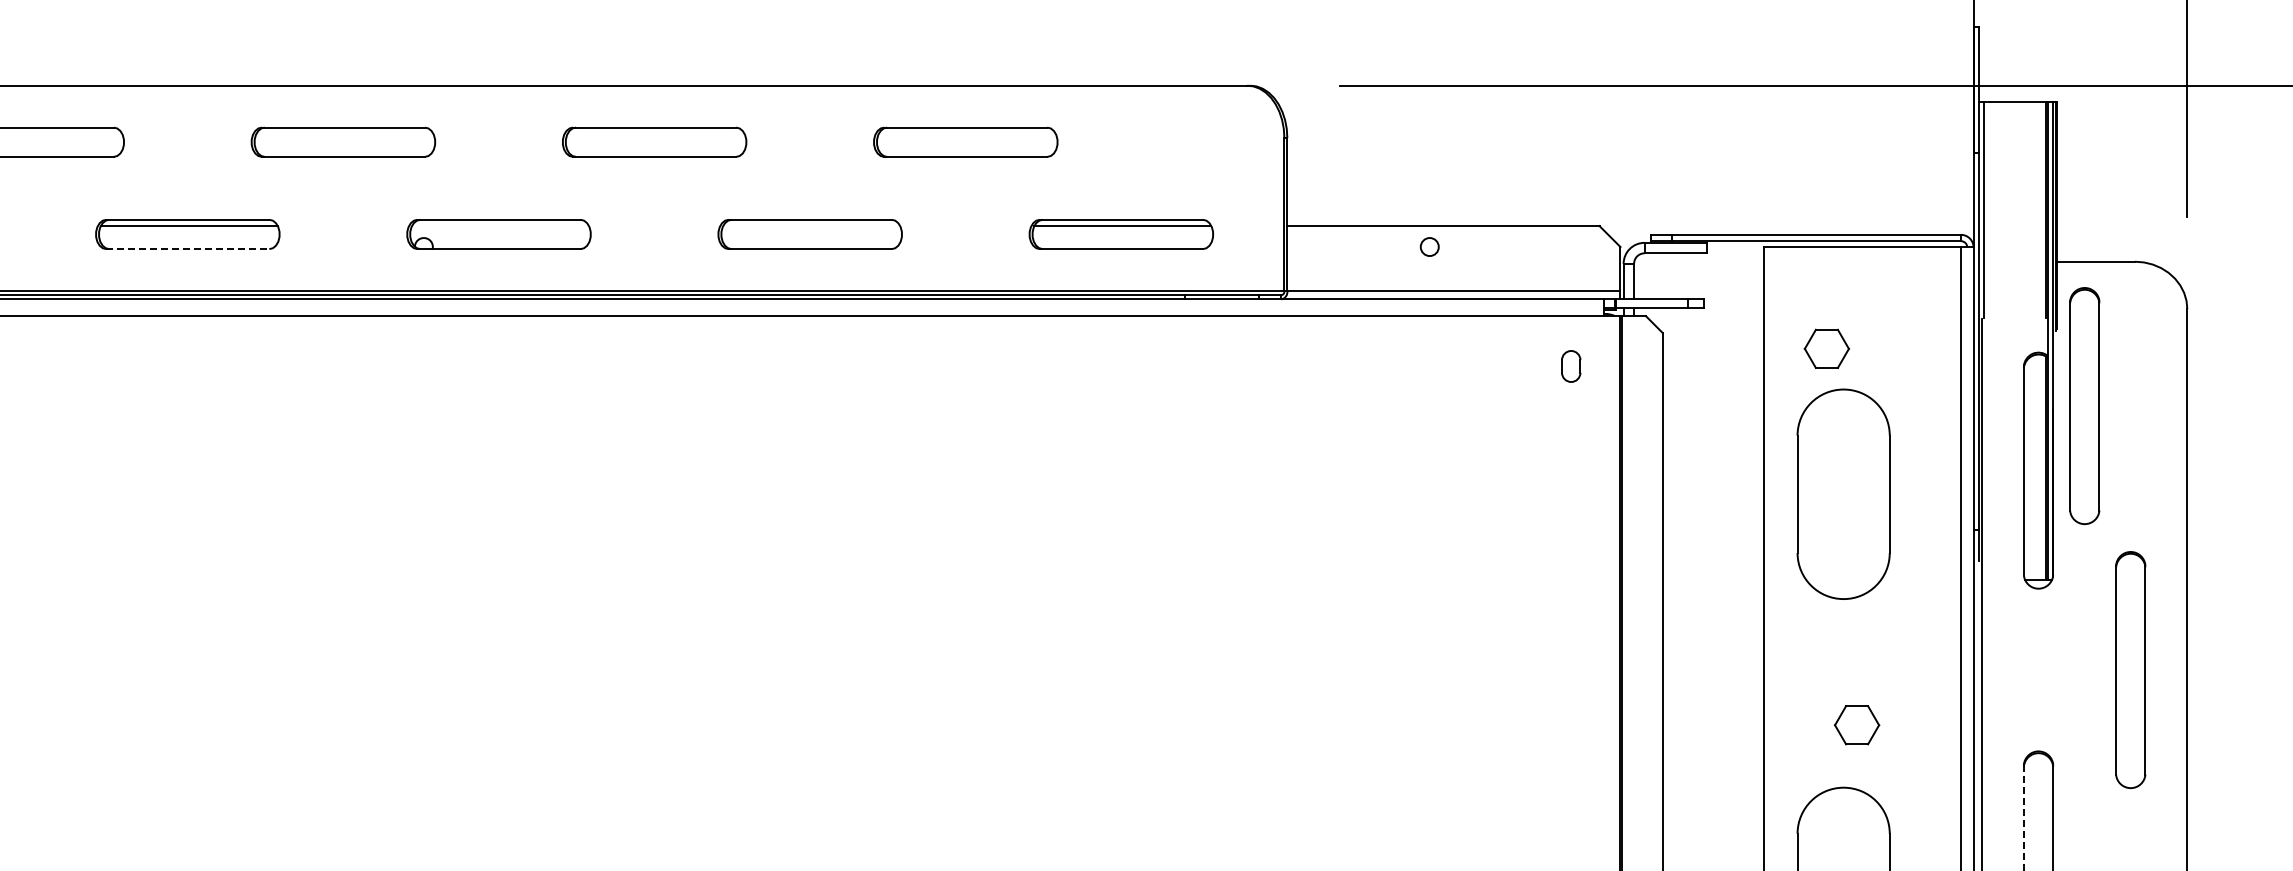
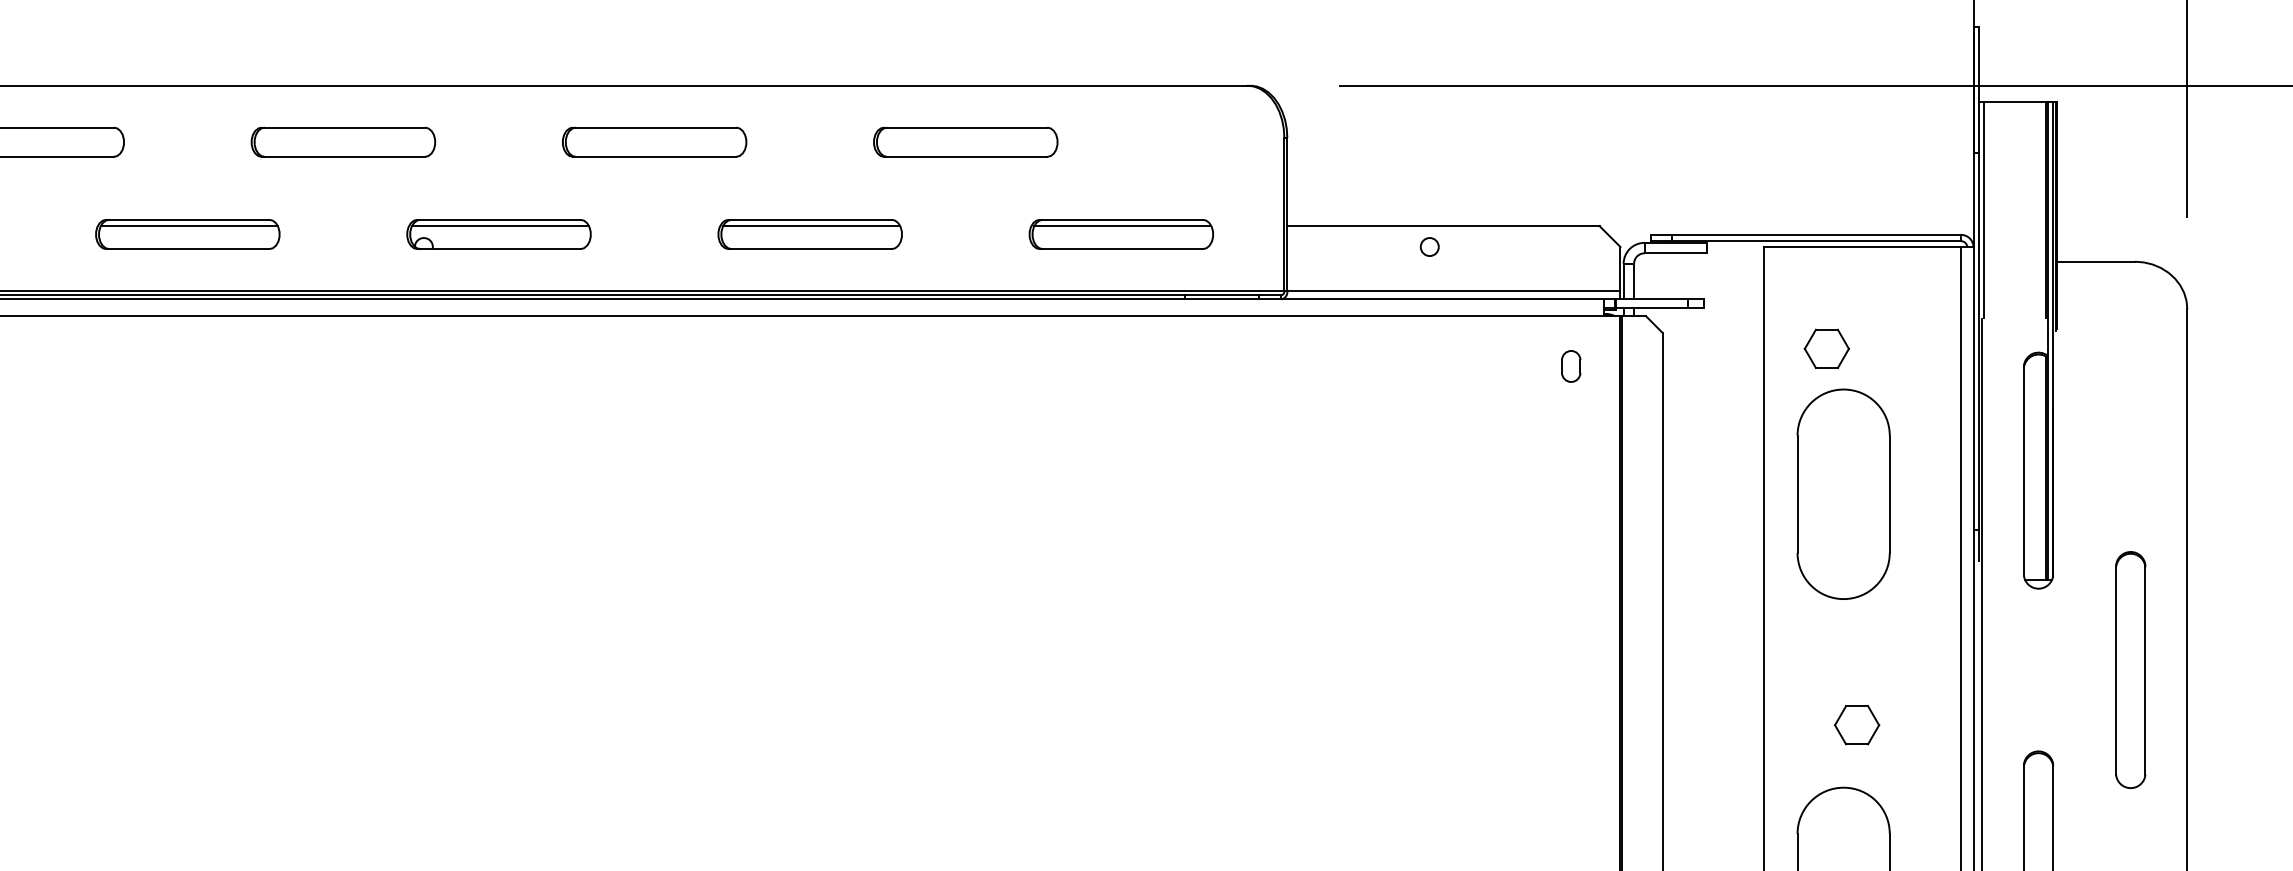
line at (500, 226): none -> present
line at (811, 226): none -> present
line at (188, 249): dashed -> solid
part at (2084, 405): present -> none
line at (2023, 818): dashed -> solid
